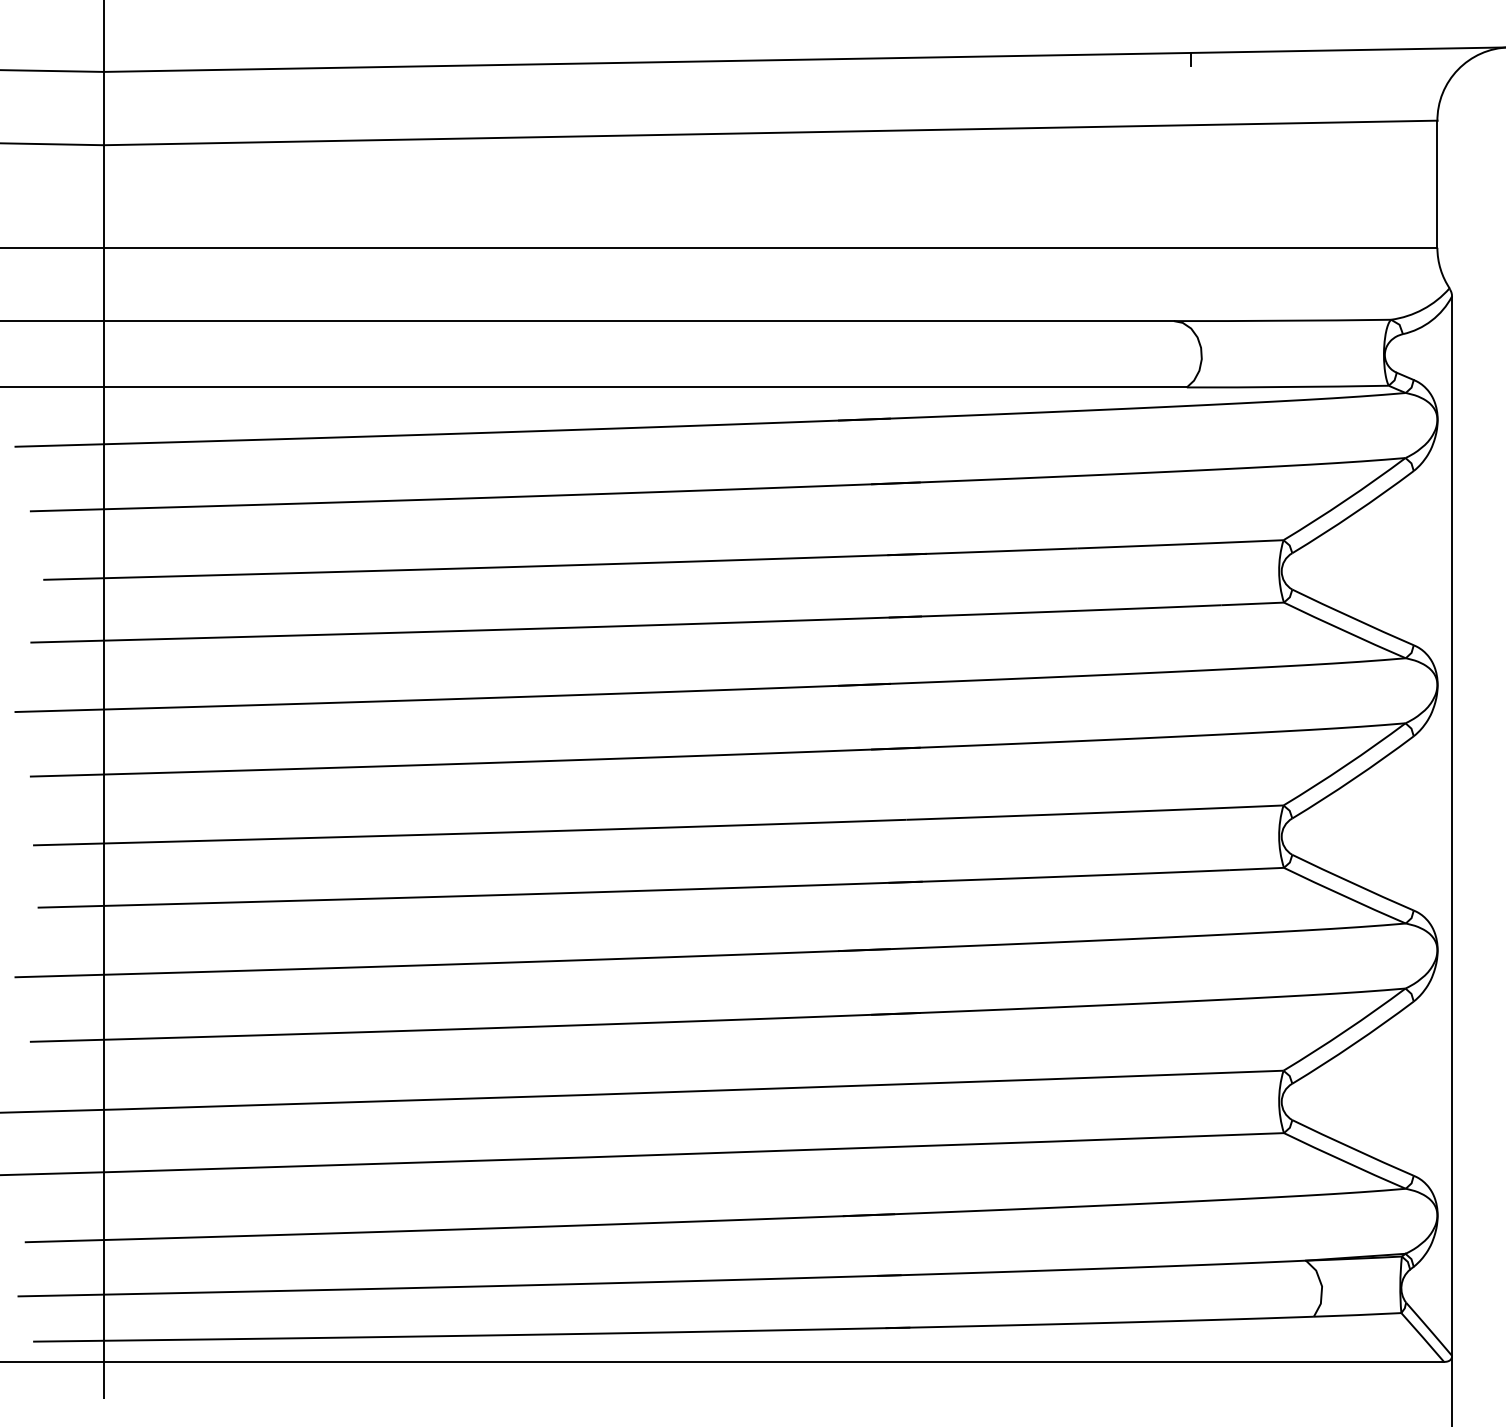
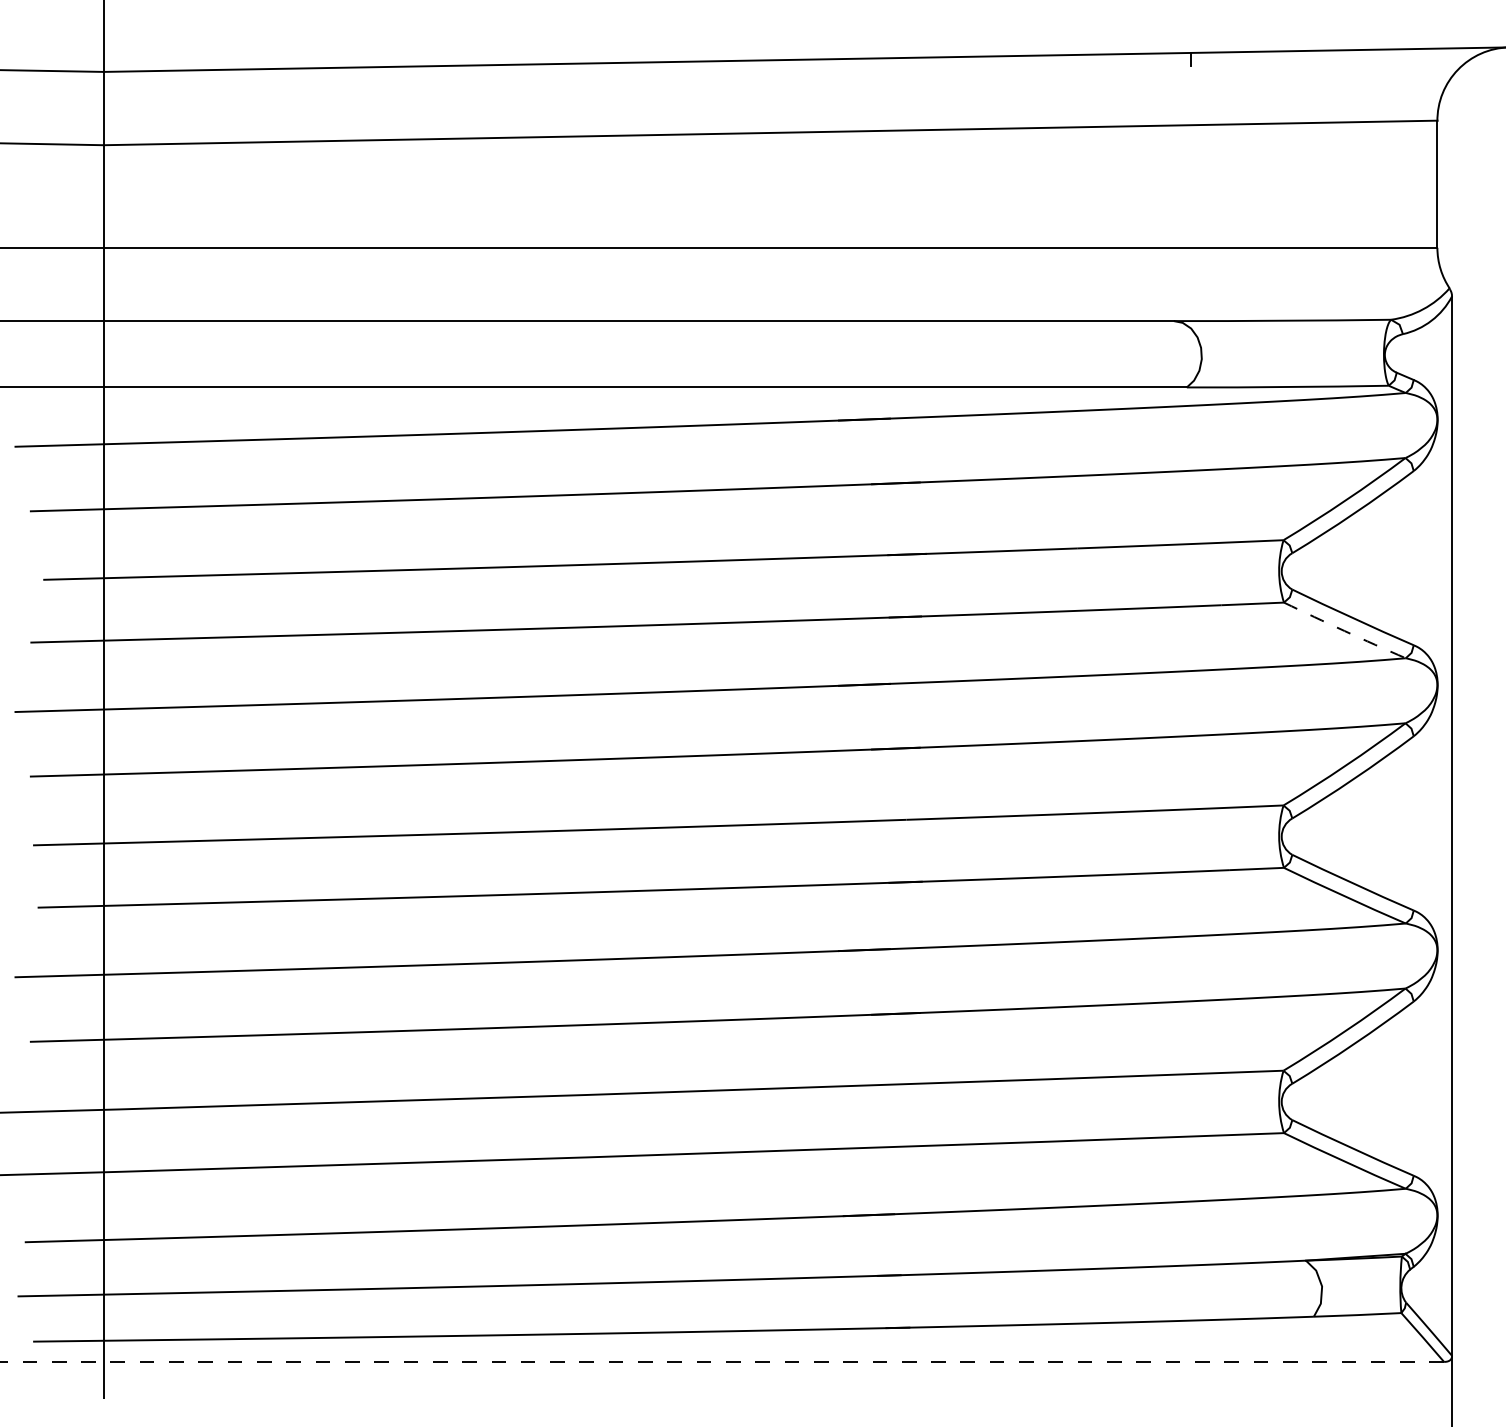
arc at (1344, 631): solid -> dashed
line at (722, 1361): solid -> dashed
